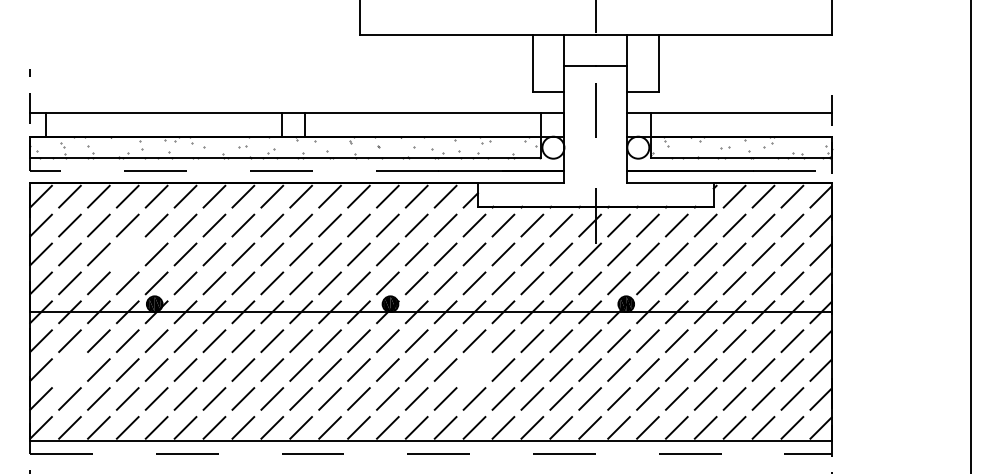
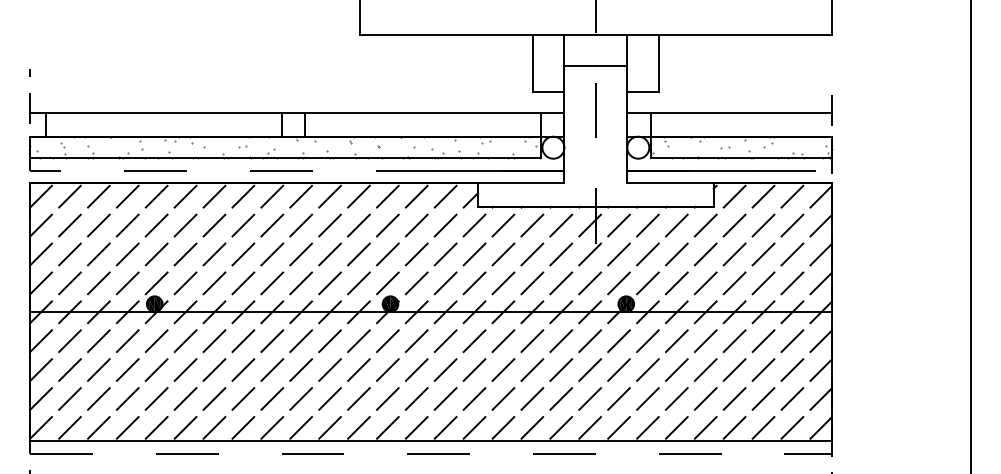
line at (127, 254): none -> present
line at (69, 369): none -> present
line at (474, 369): none -> present
